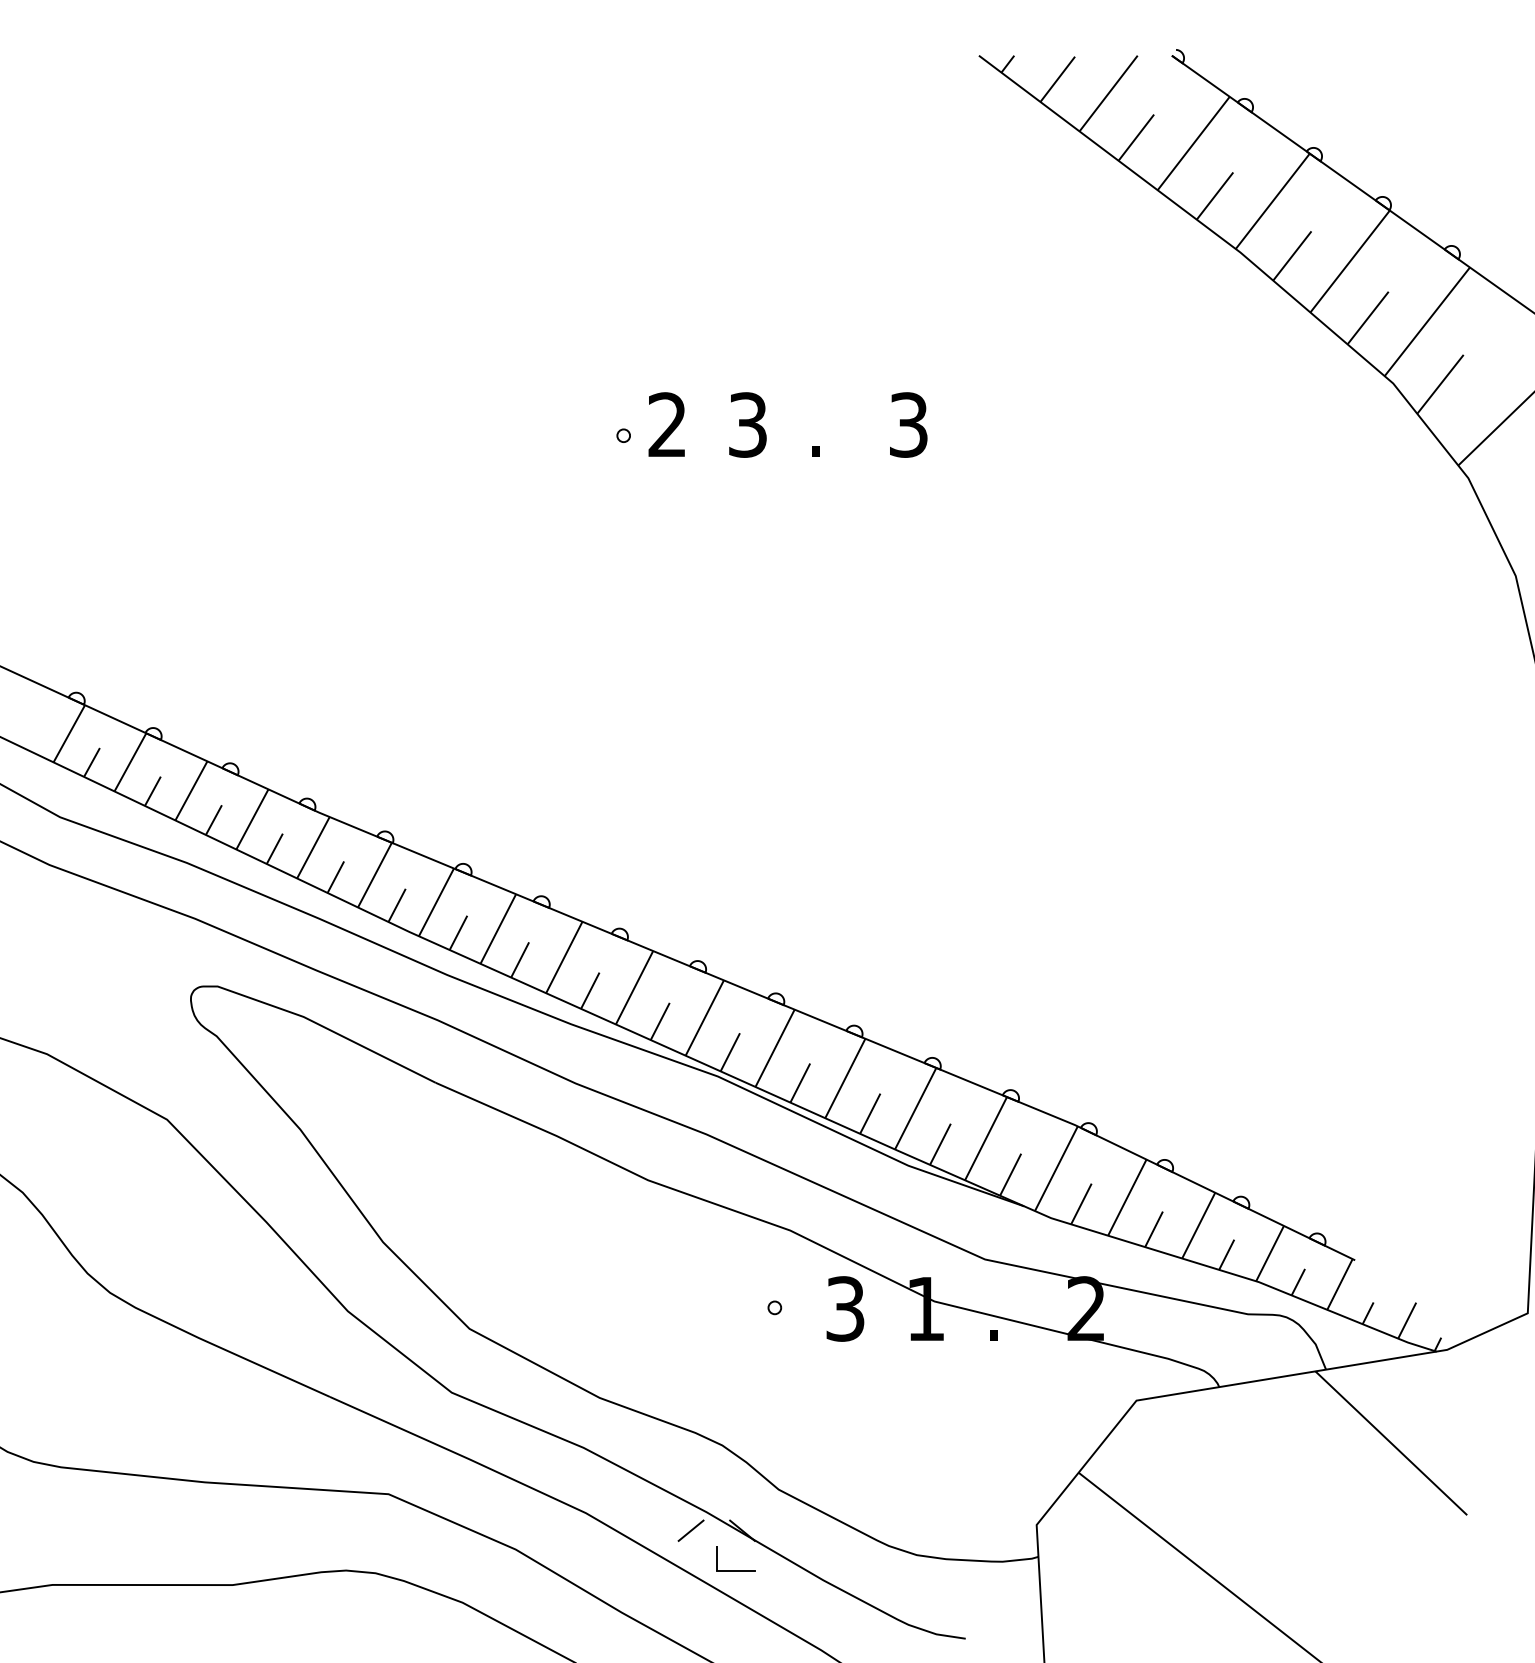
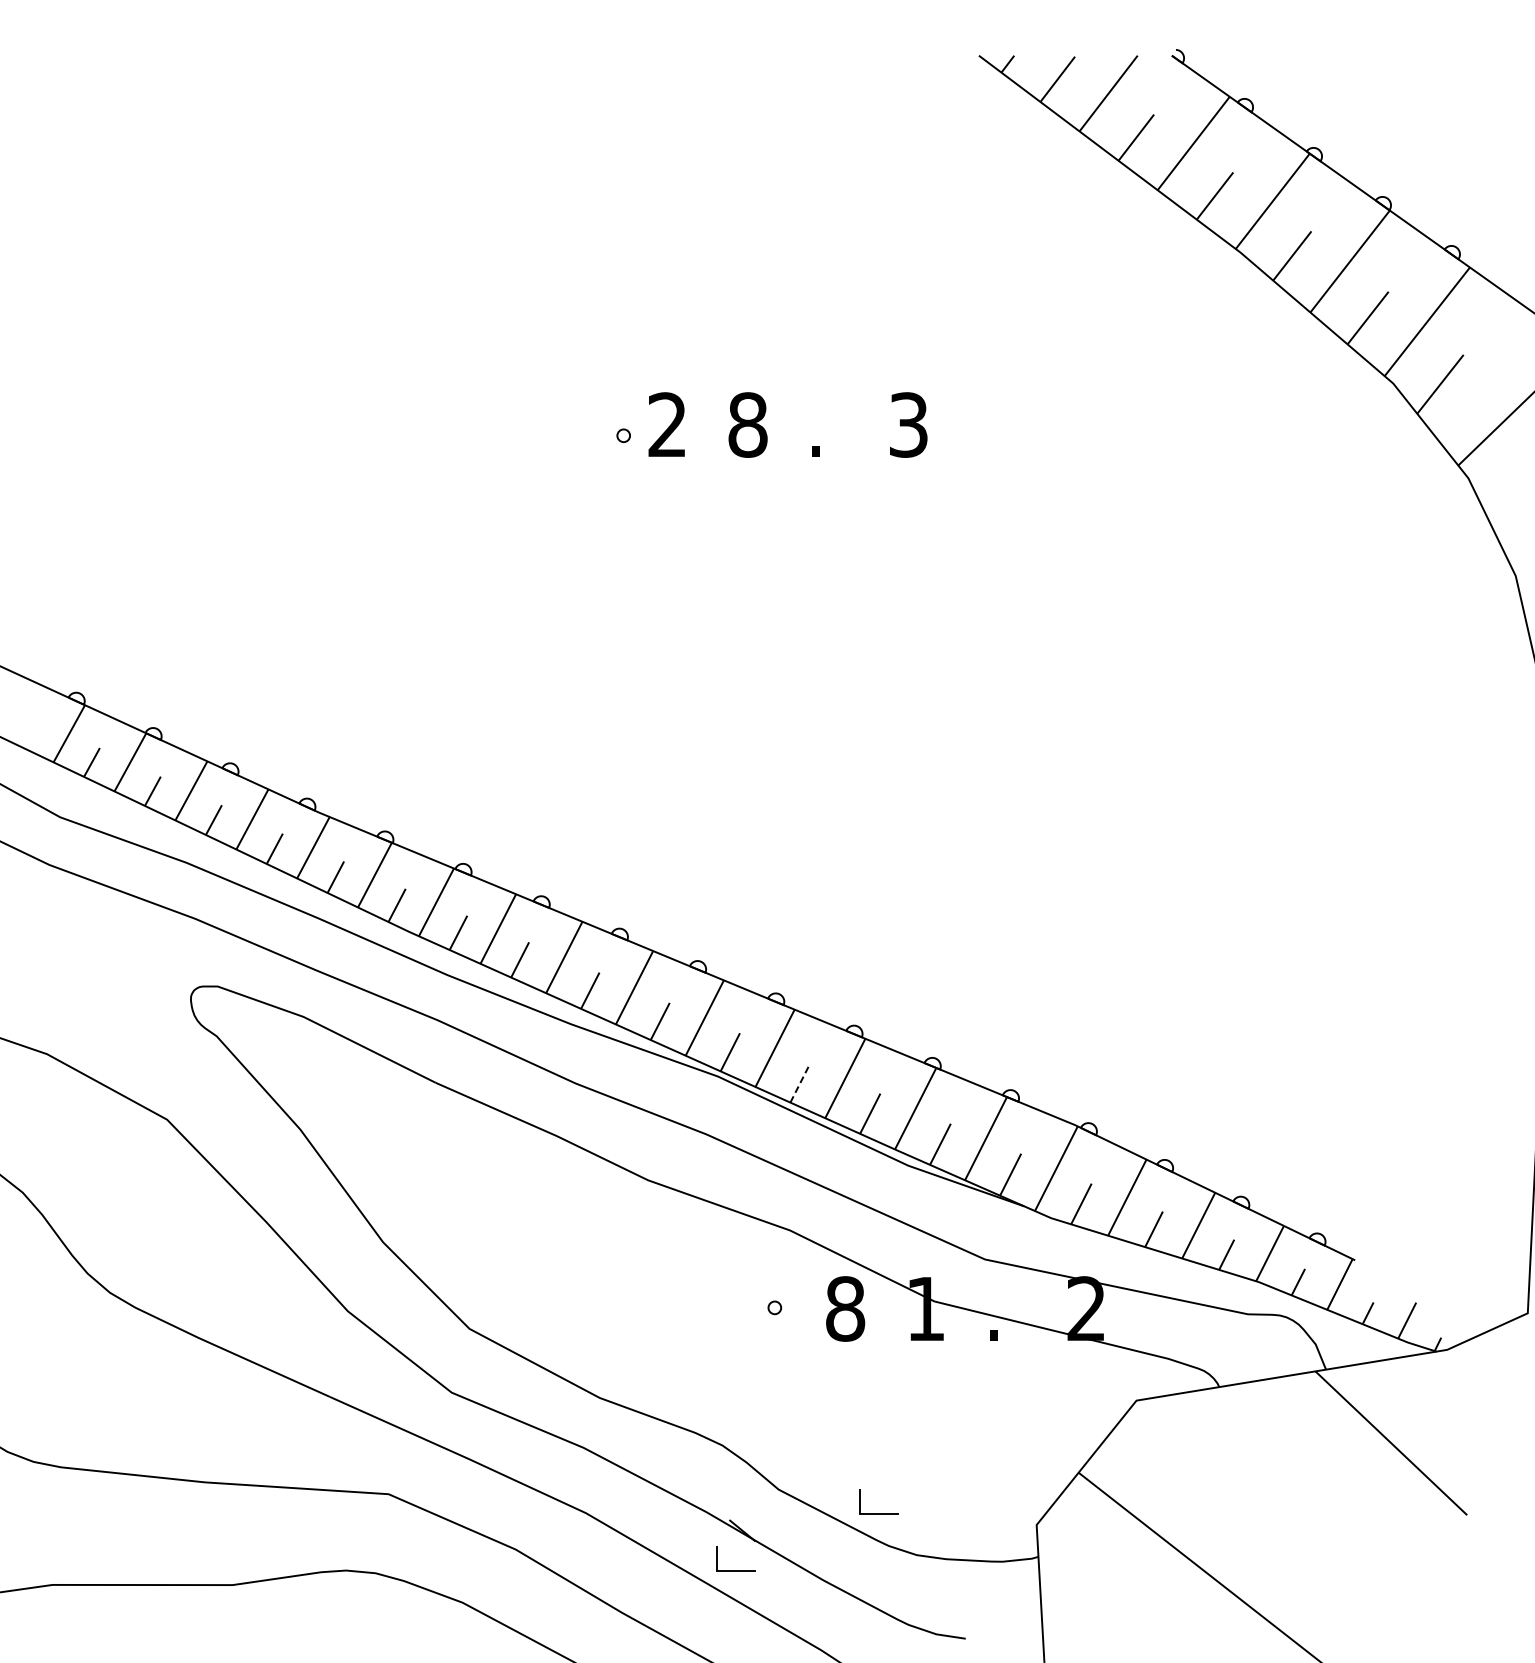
text at (747, 424): 3 -> 8
line at (800, 1083): solid -> dashed
text at (845, 1308): 3 -> 8
part at (878, 1513): none -> present
line at (690, 1530): present -> none
